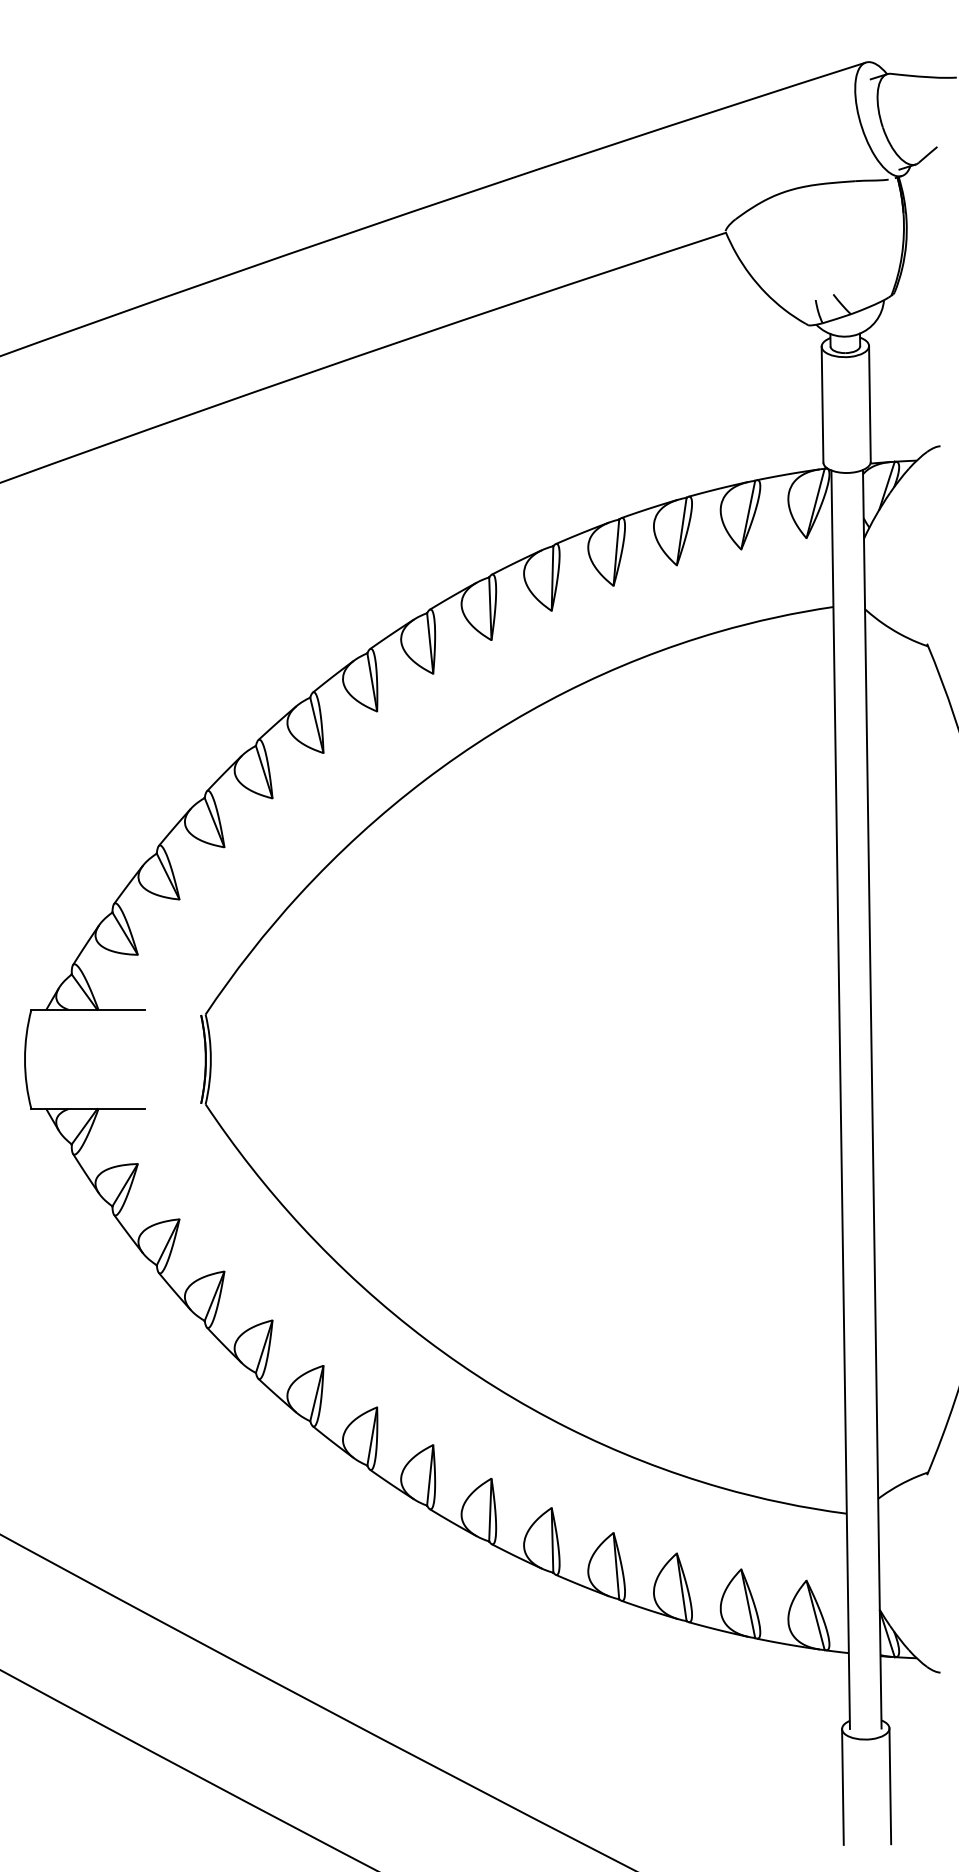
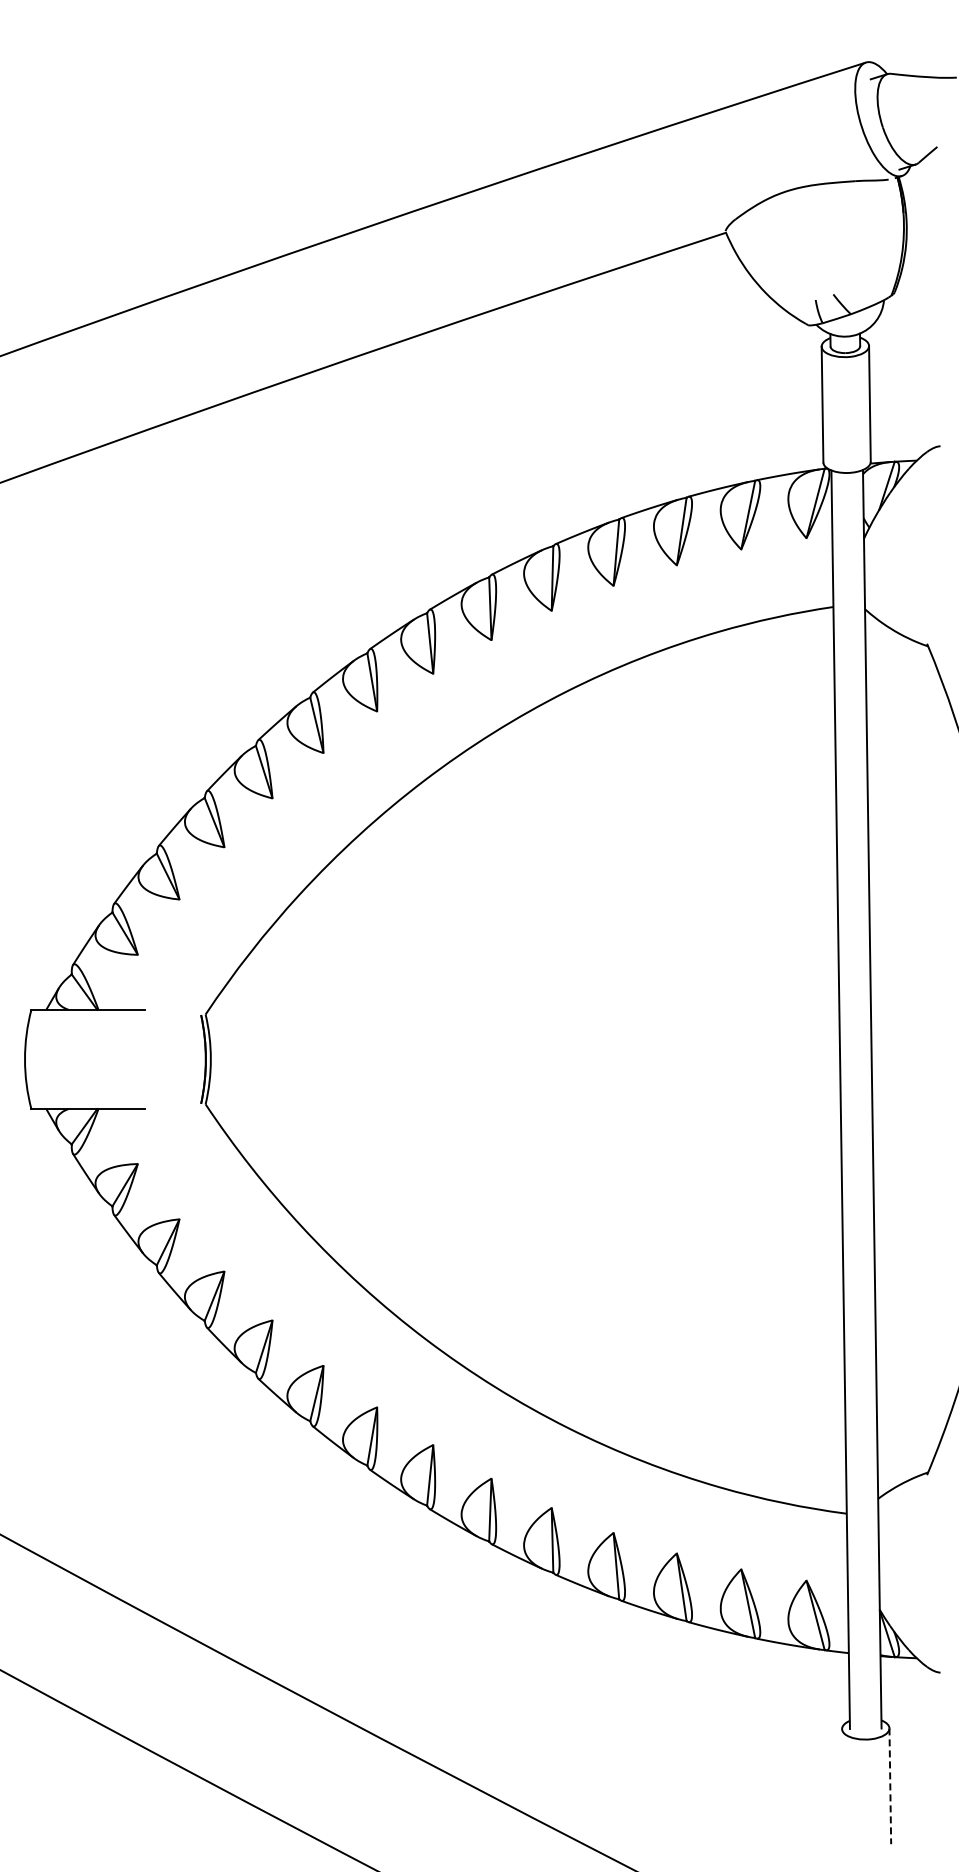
line at (842, 1786): present -> none
line at (890, 1786): solid -> dashed
